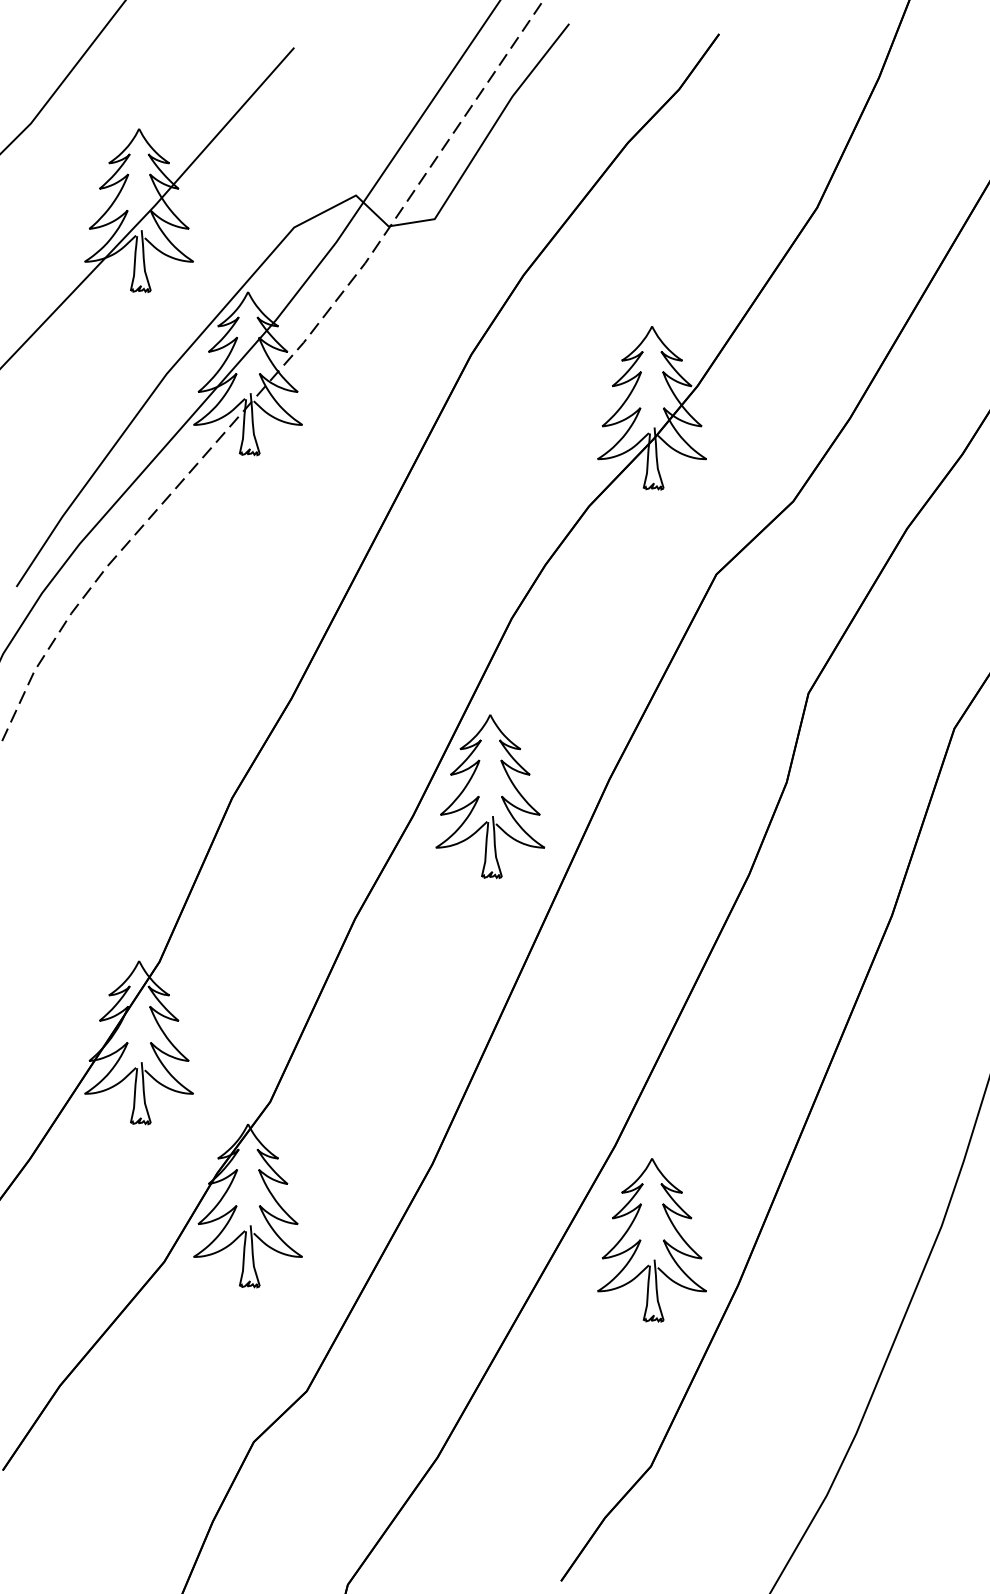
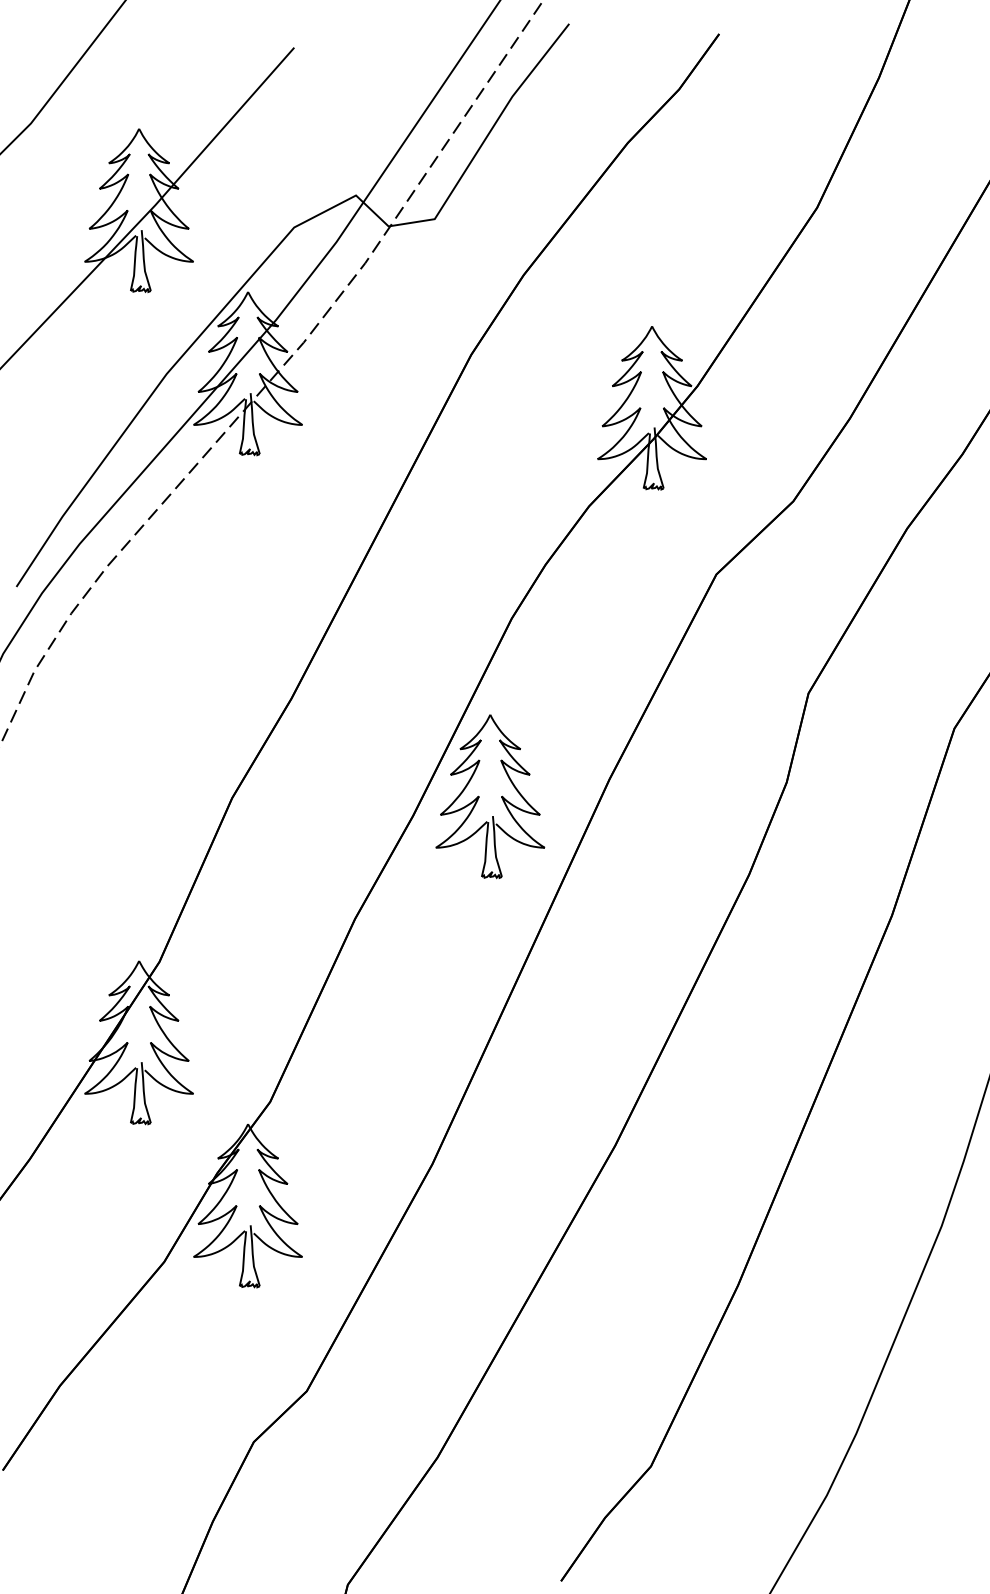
part at (651, 1240): present -> none
